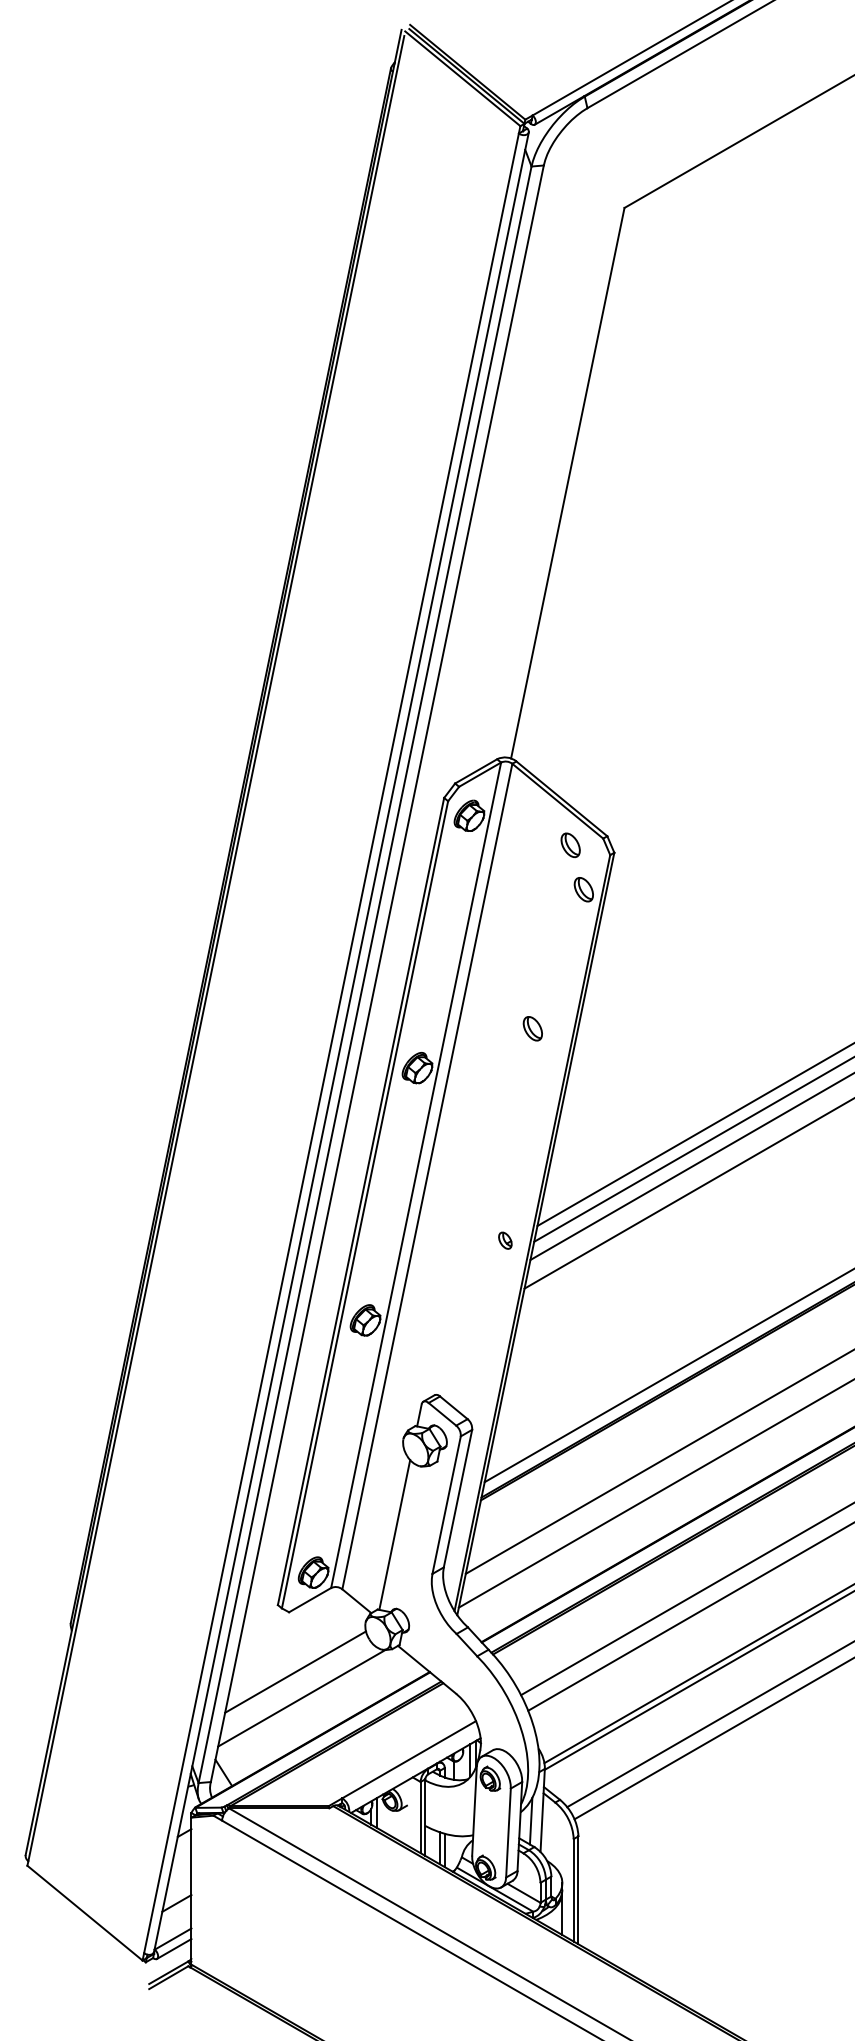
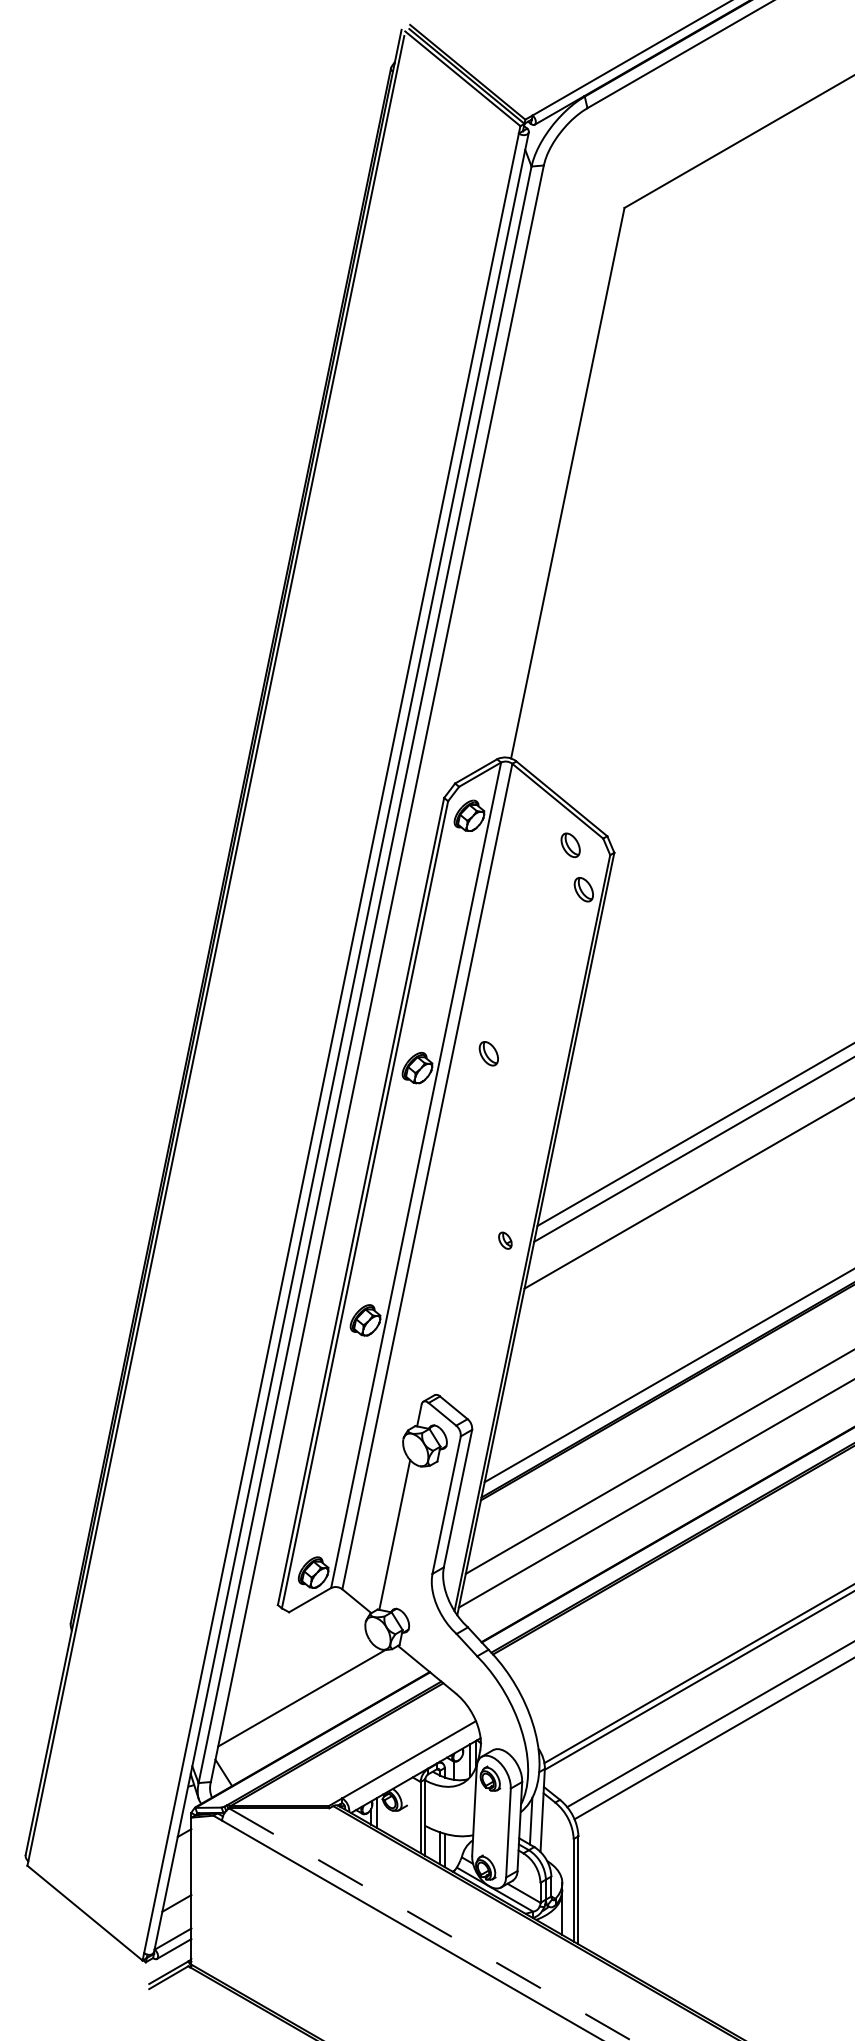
part at (532, 1028) position: (532, 1028) -> (488, 1053)
line at (690, 1167): present -> none
line at (686, 1599): present -> none
line at (689, 1617): present -> none
line at (295, 1671): present -> none
line at (430, 1924): solid -> dashed
